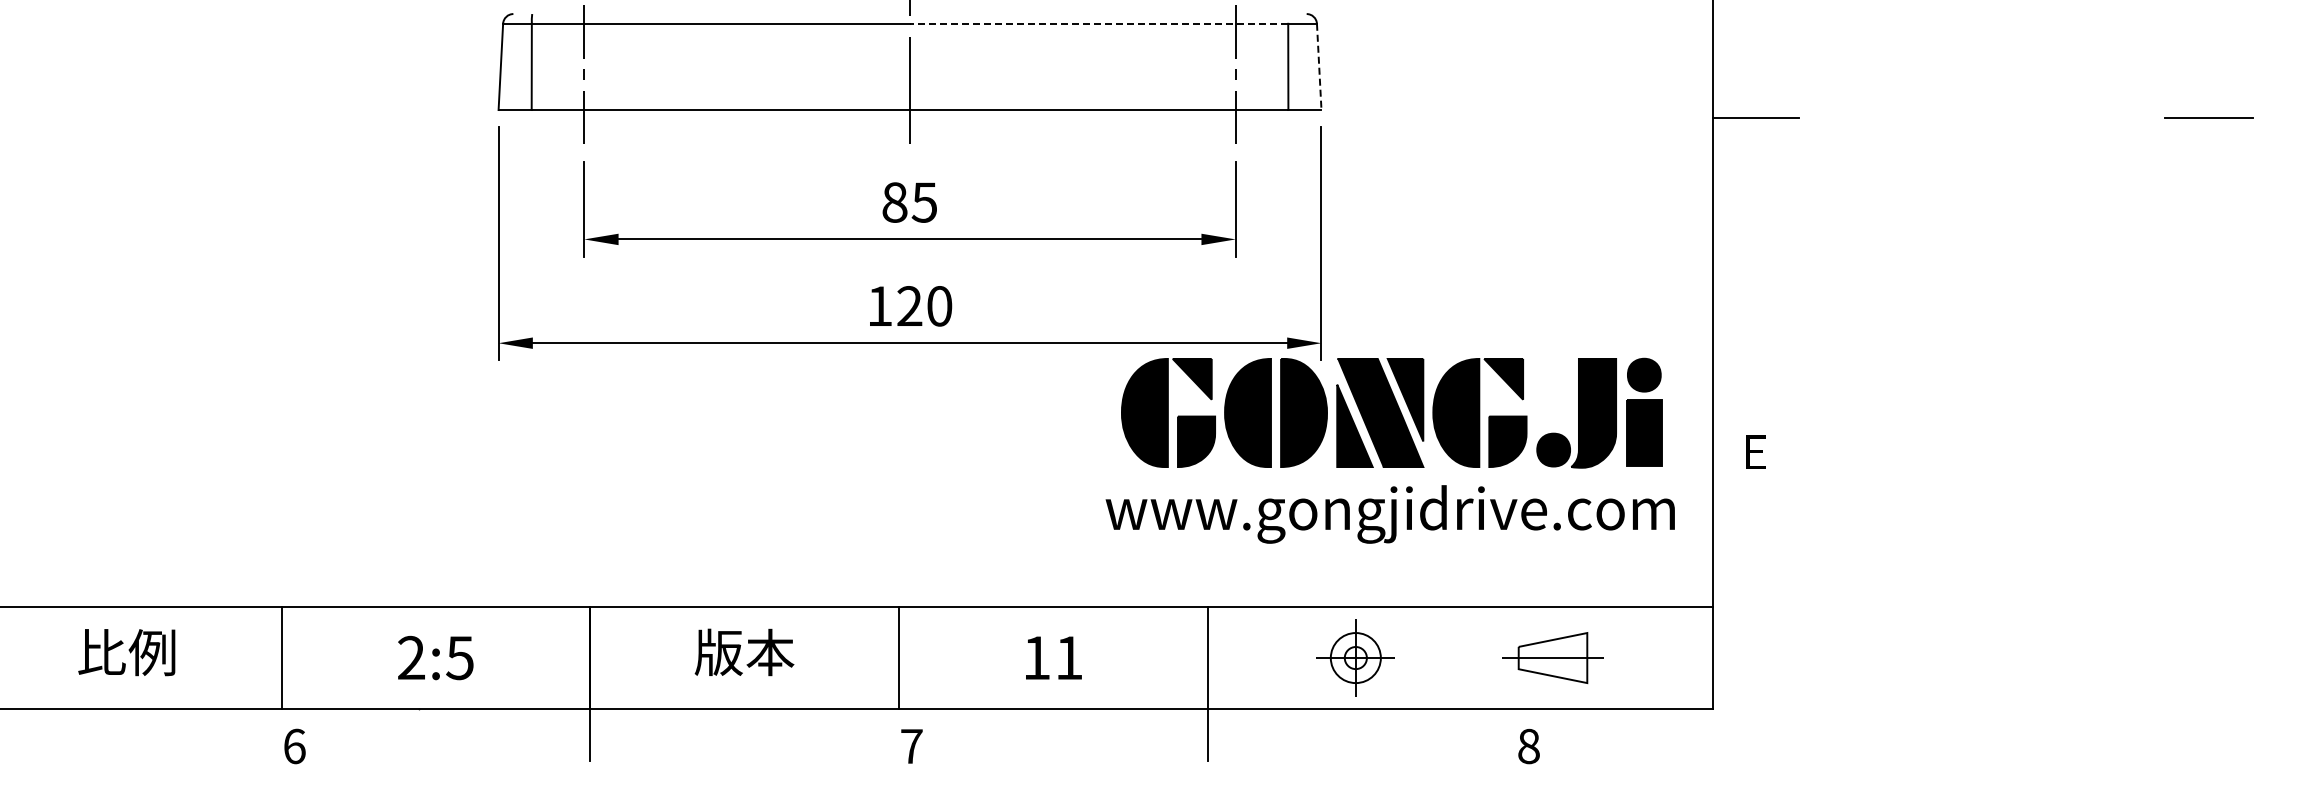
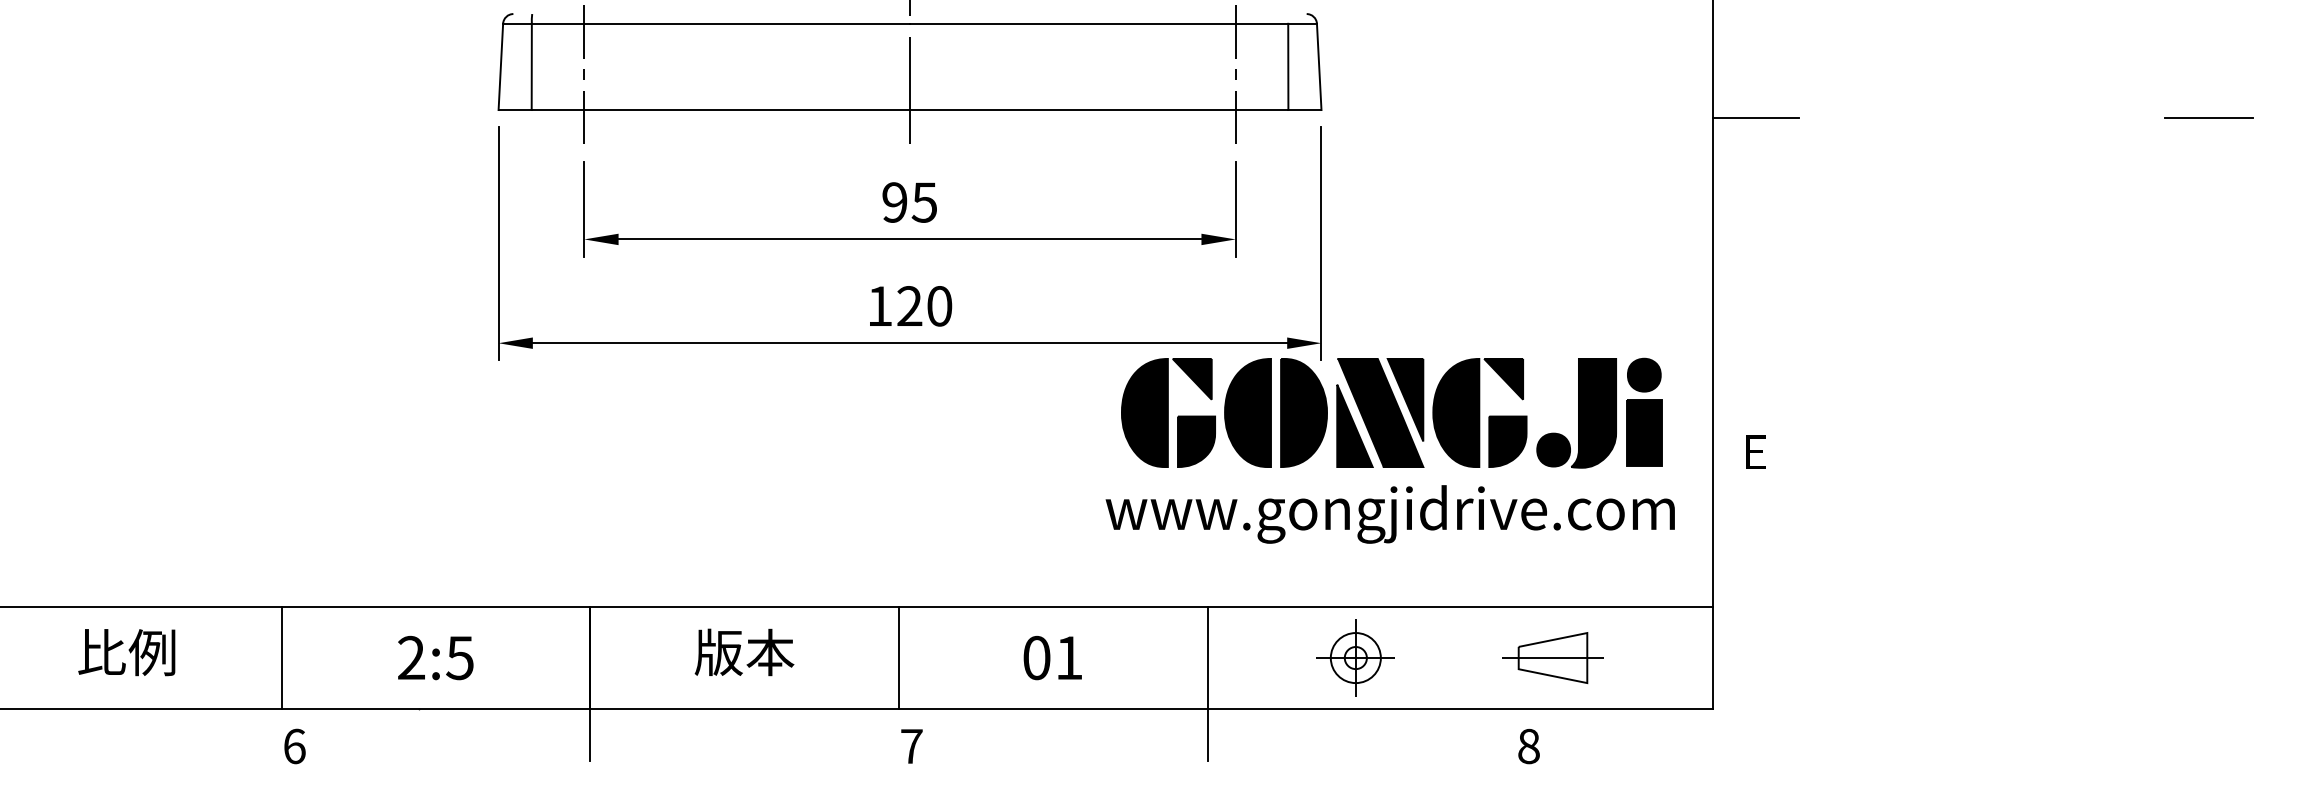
line at (1098, 23): dashed -> solid
line at (1319, 67): dashed -> solid
text at (894, 202): 85 -> 95
text at (1036, 657): 11 -> 01
